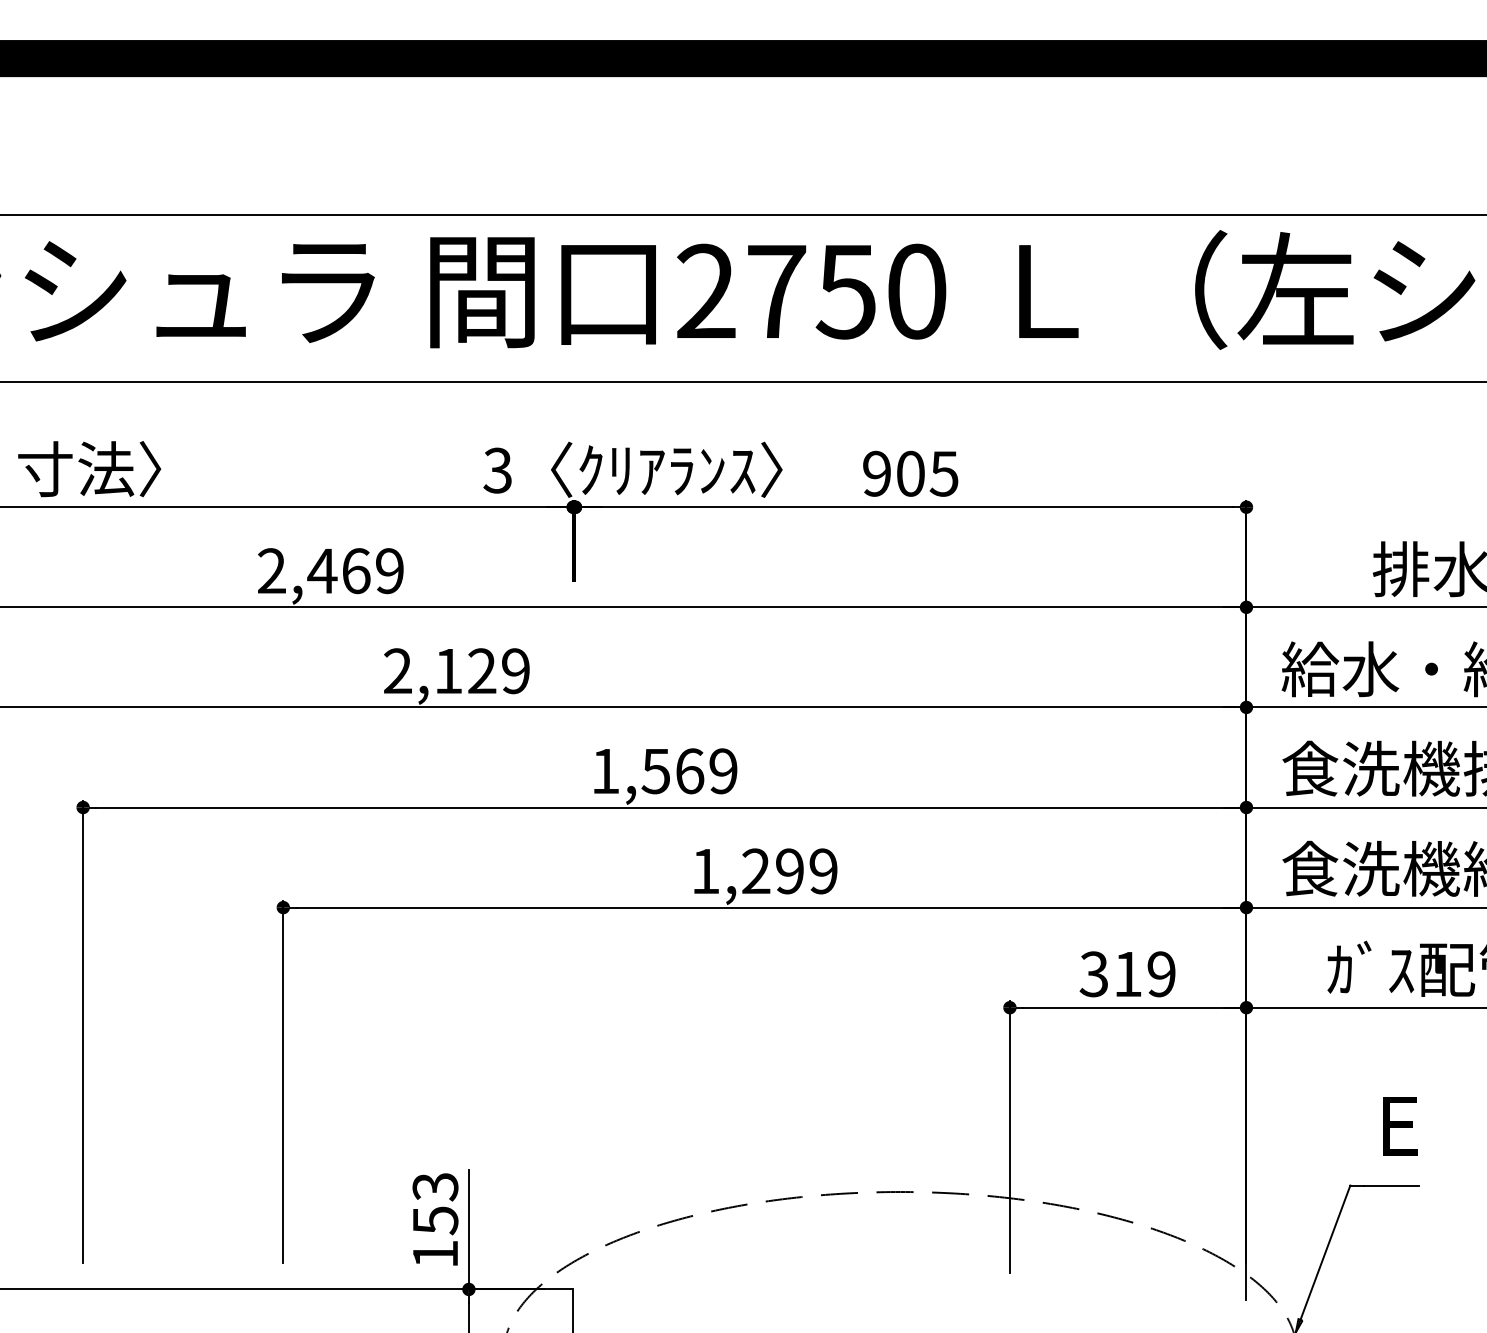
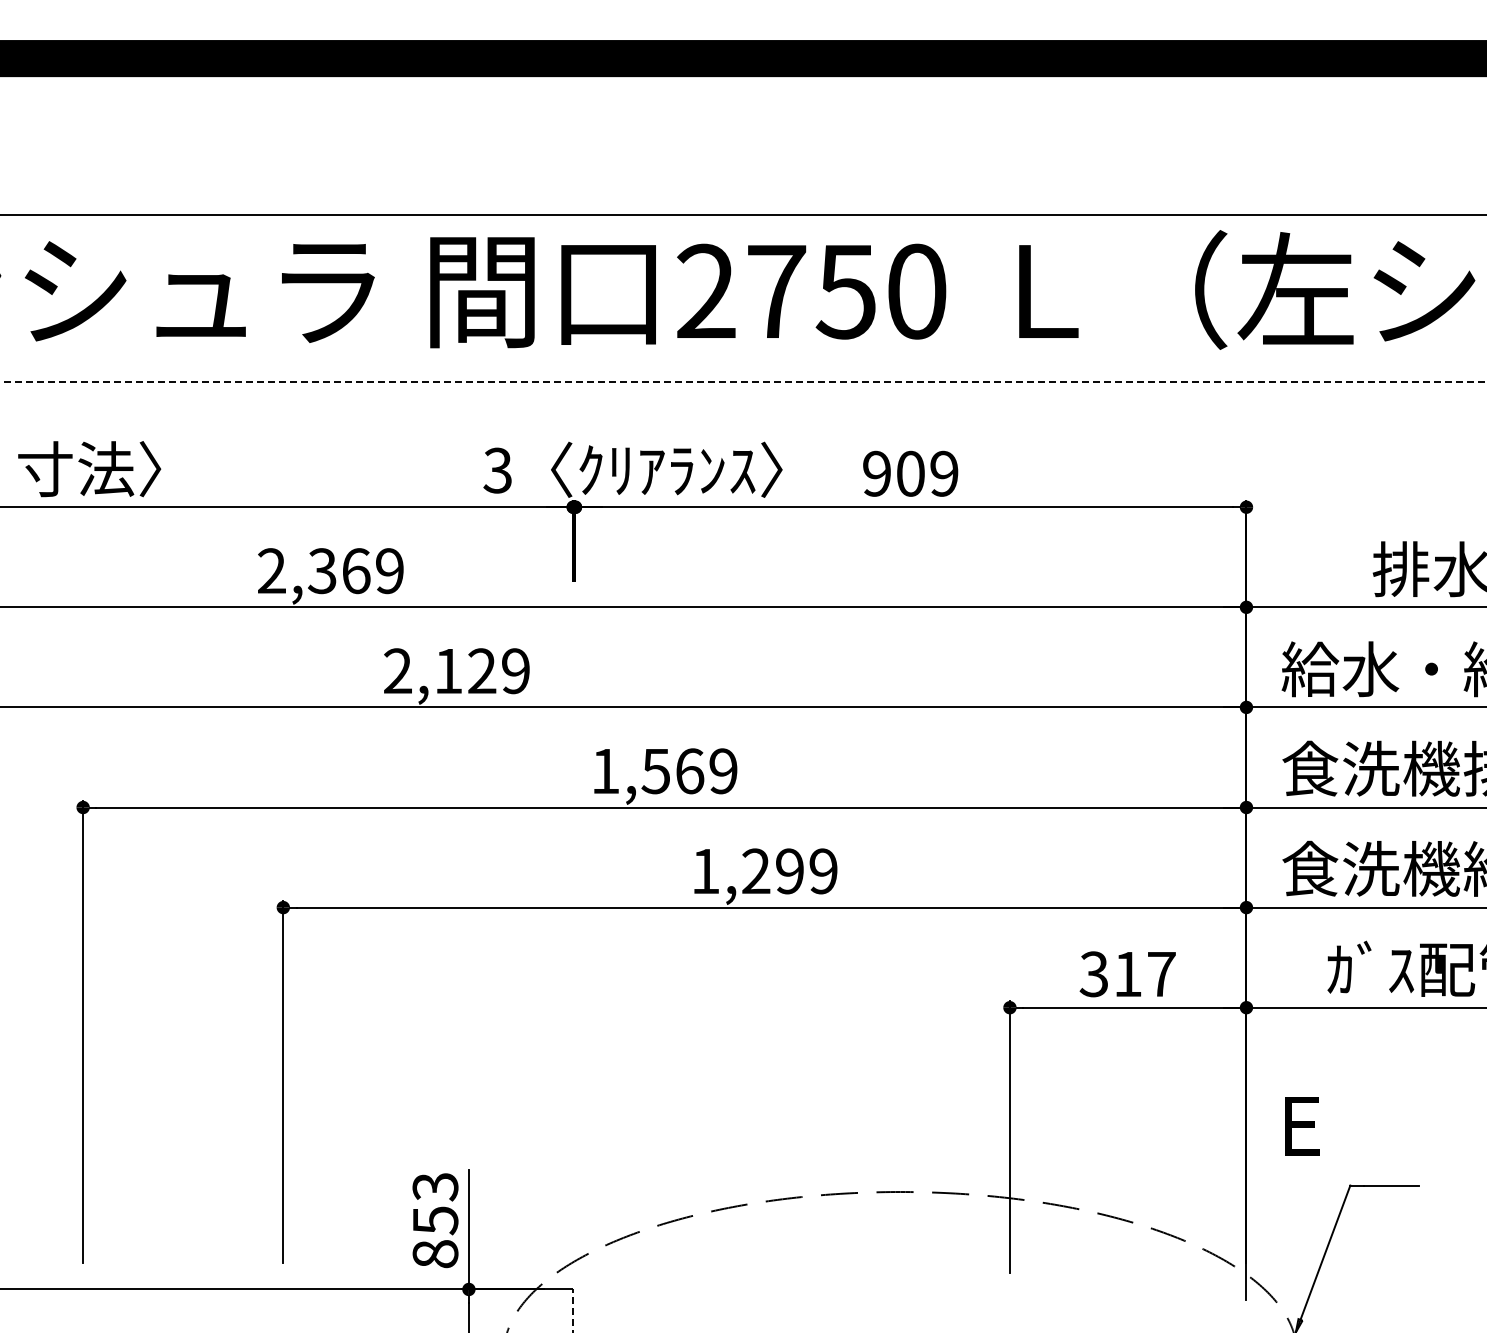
line at (744, 382): solid -> dashed
text at (943, 473): 905 -> 909
text at (322, 571): 2,469 -> 2,369
text at (1161, 974): 319 -> 317
text at (1400, 1126) position: (1400, 1126) -> (1302, 1126)
text at (435, 1254): 153 -> 853
line at (573, 1310): solid -> dashed
